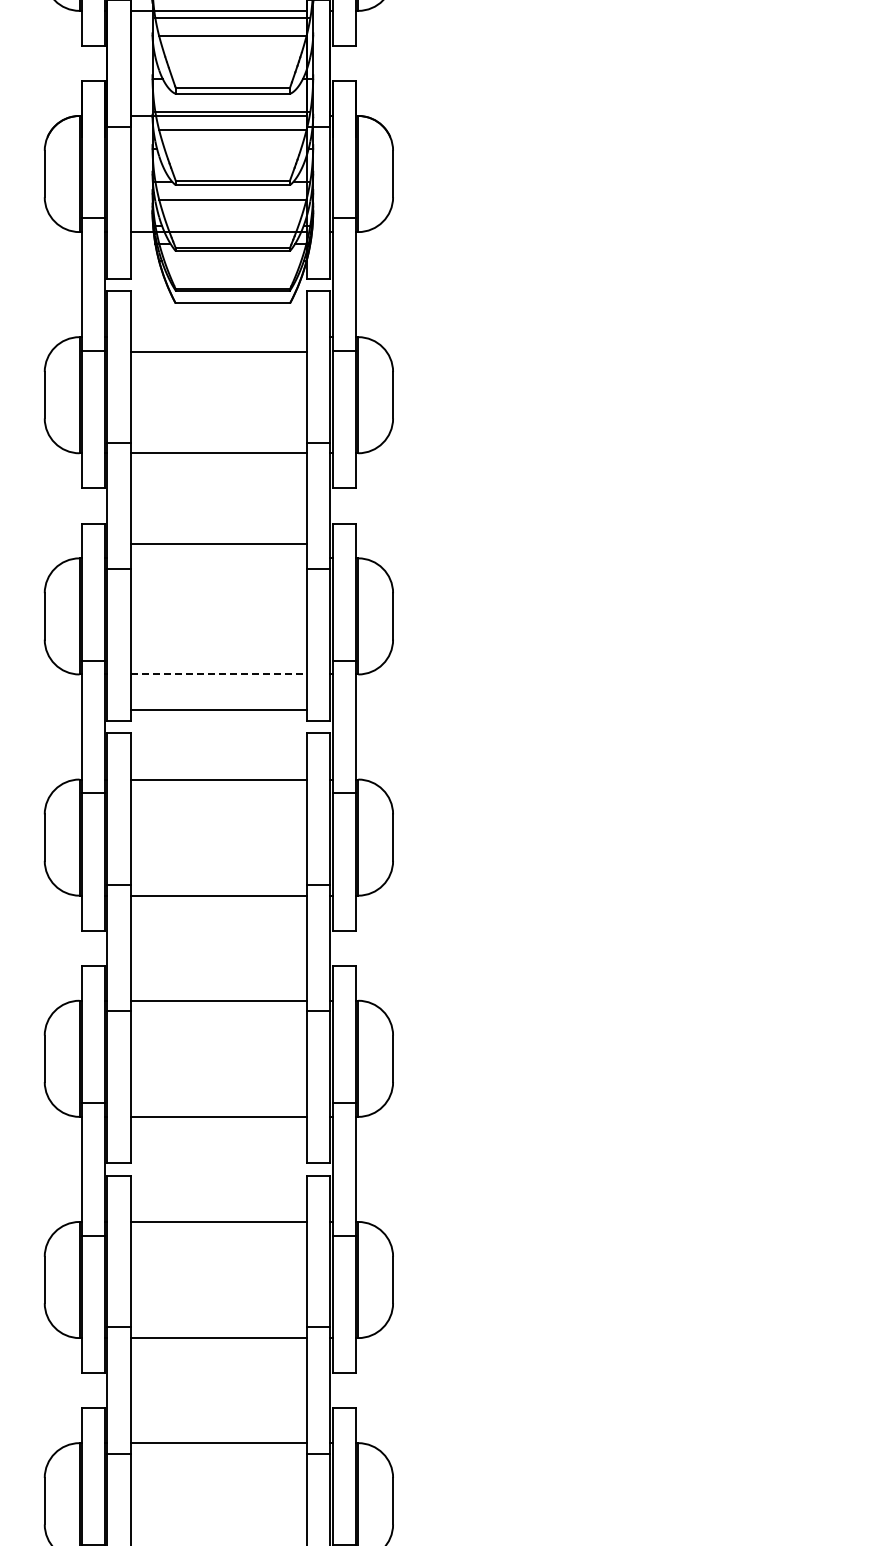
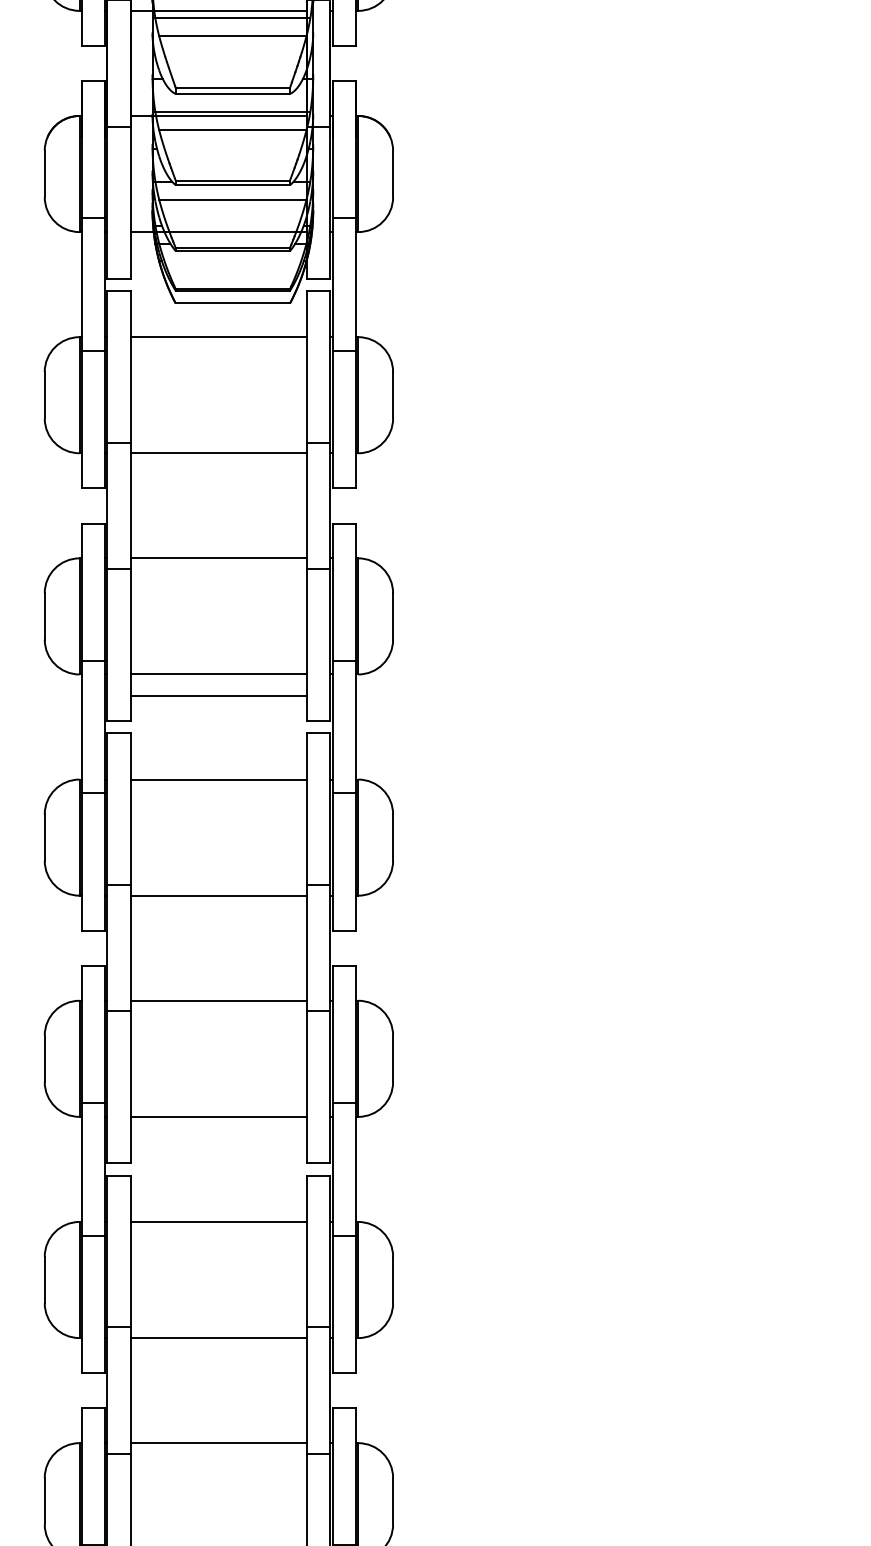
line at (218, 352) position: (218, 352) -> (218, 337)
line at (218, 544) position: (218, 544) -> (218, 558)
line at (219, 674): dashed -> solid
line at (218, 709) position: (218, 709) -> (218, 695)
